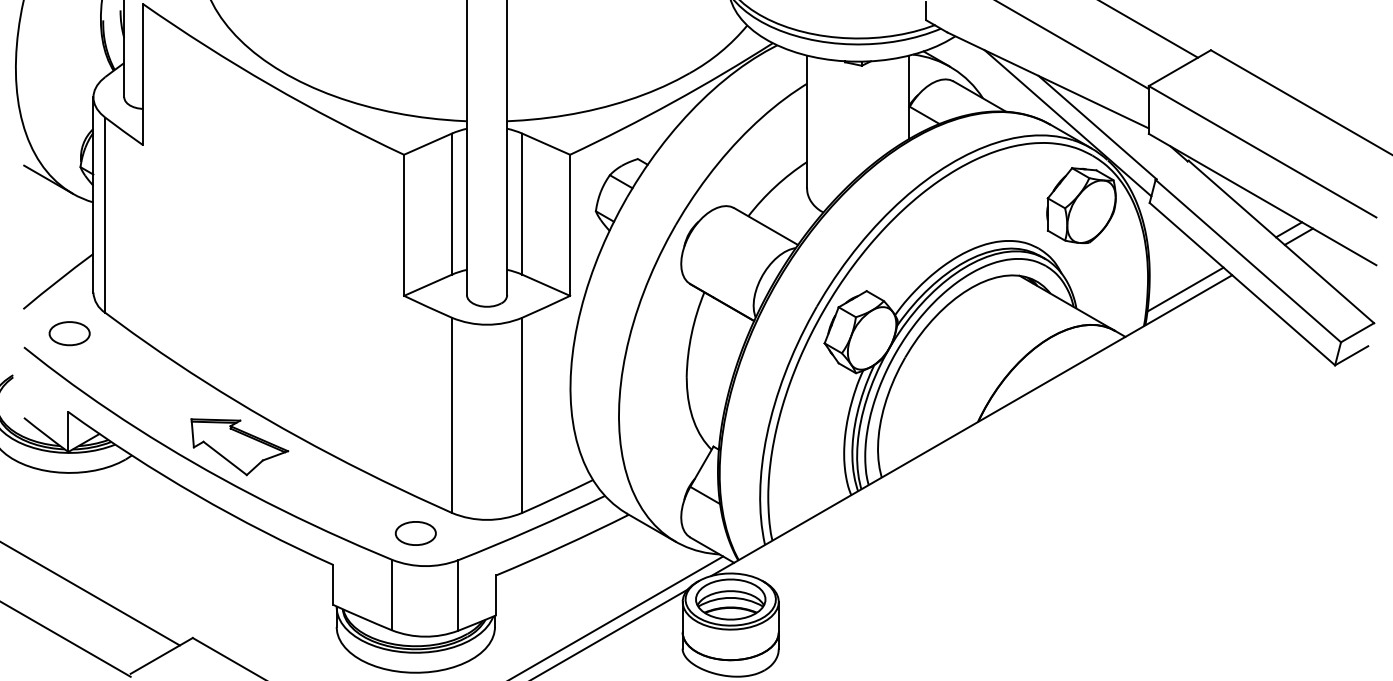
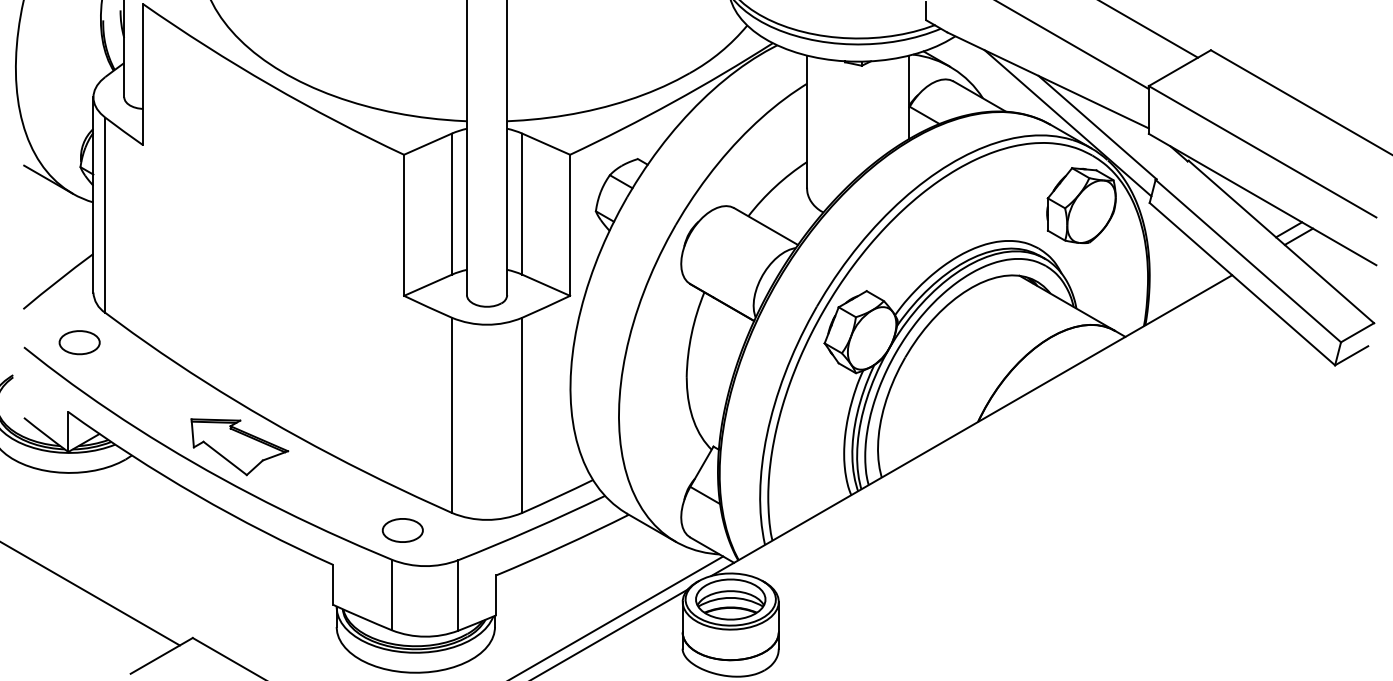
line at (1185, 289): present -> none
part at (69, 333) position: (69, 333) -> (79, 342)
part at (415, 533) position: (415, 533) -> (402, 530)
line at (66, 639): present -> none
